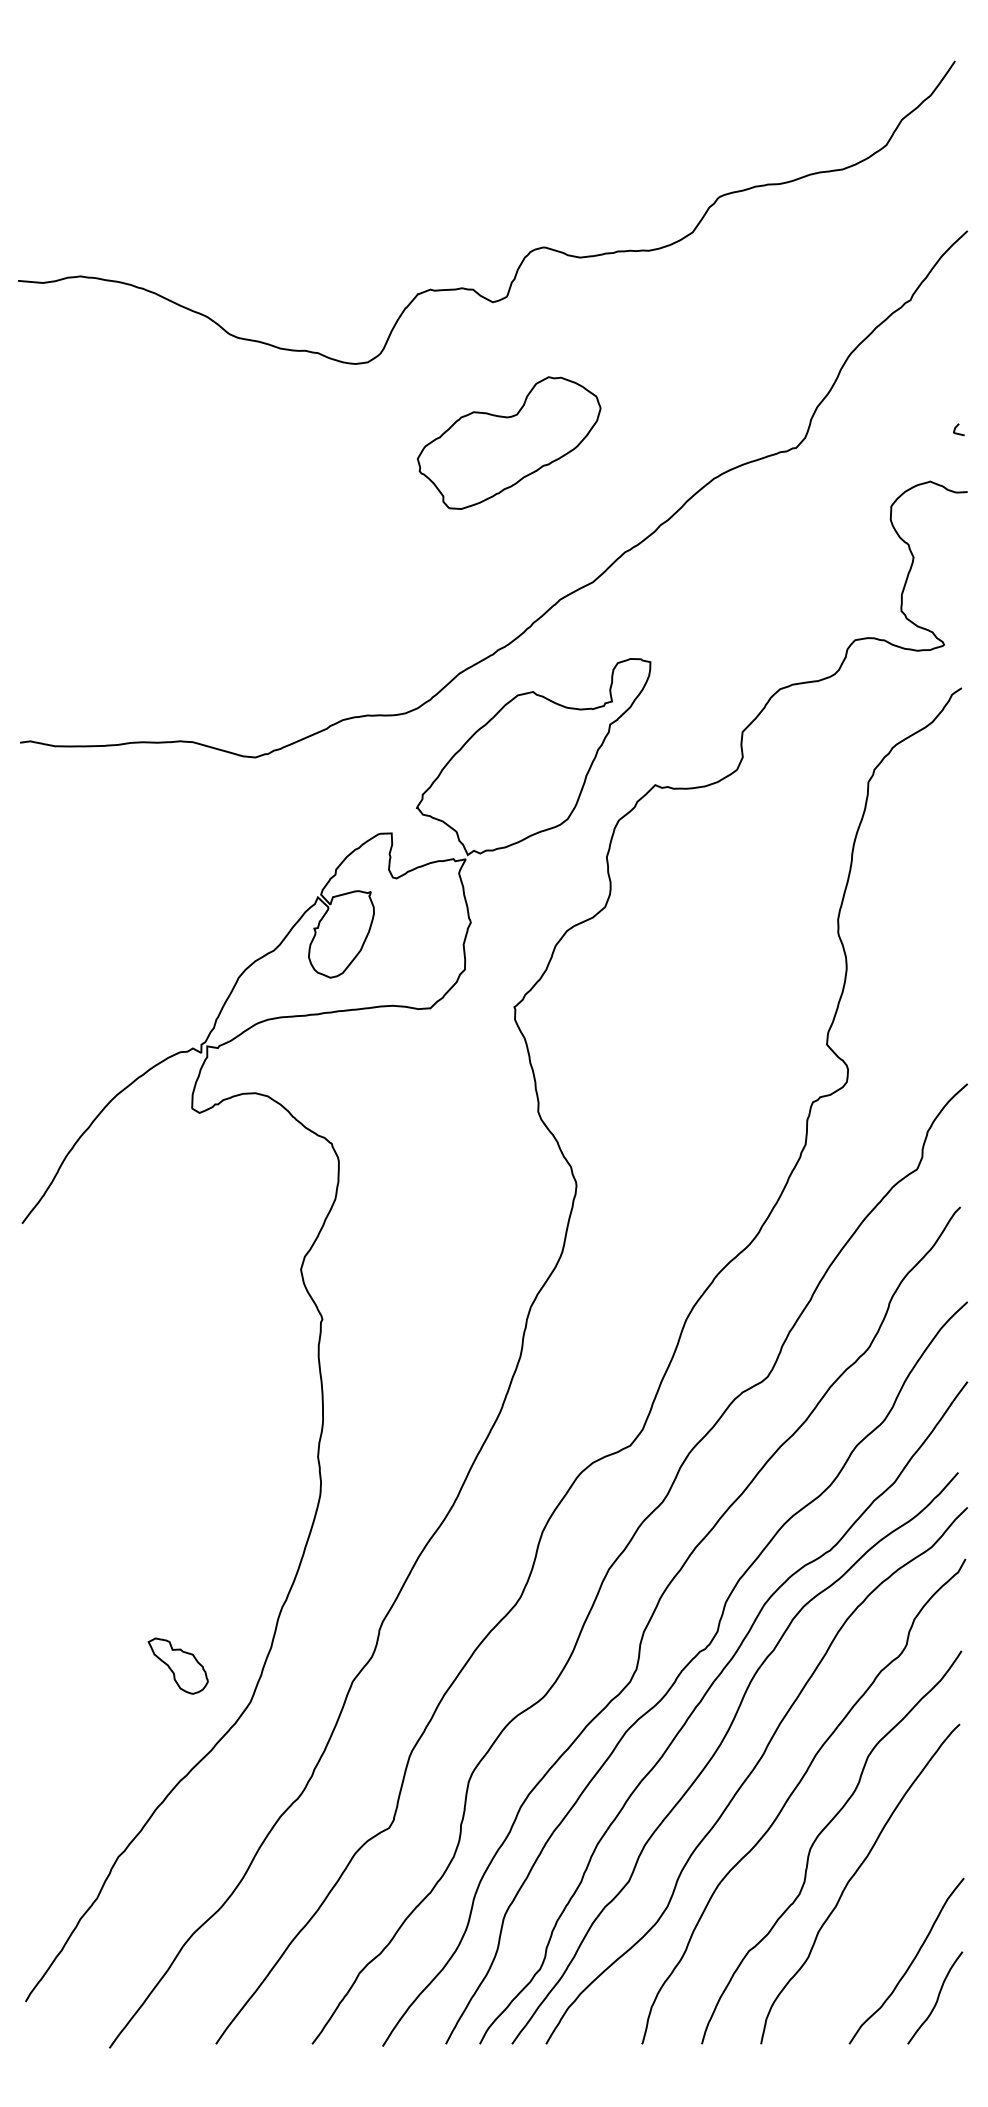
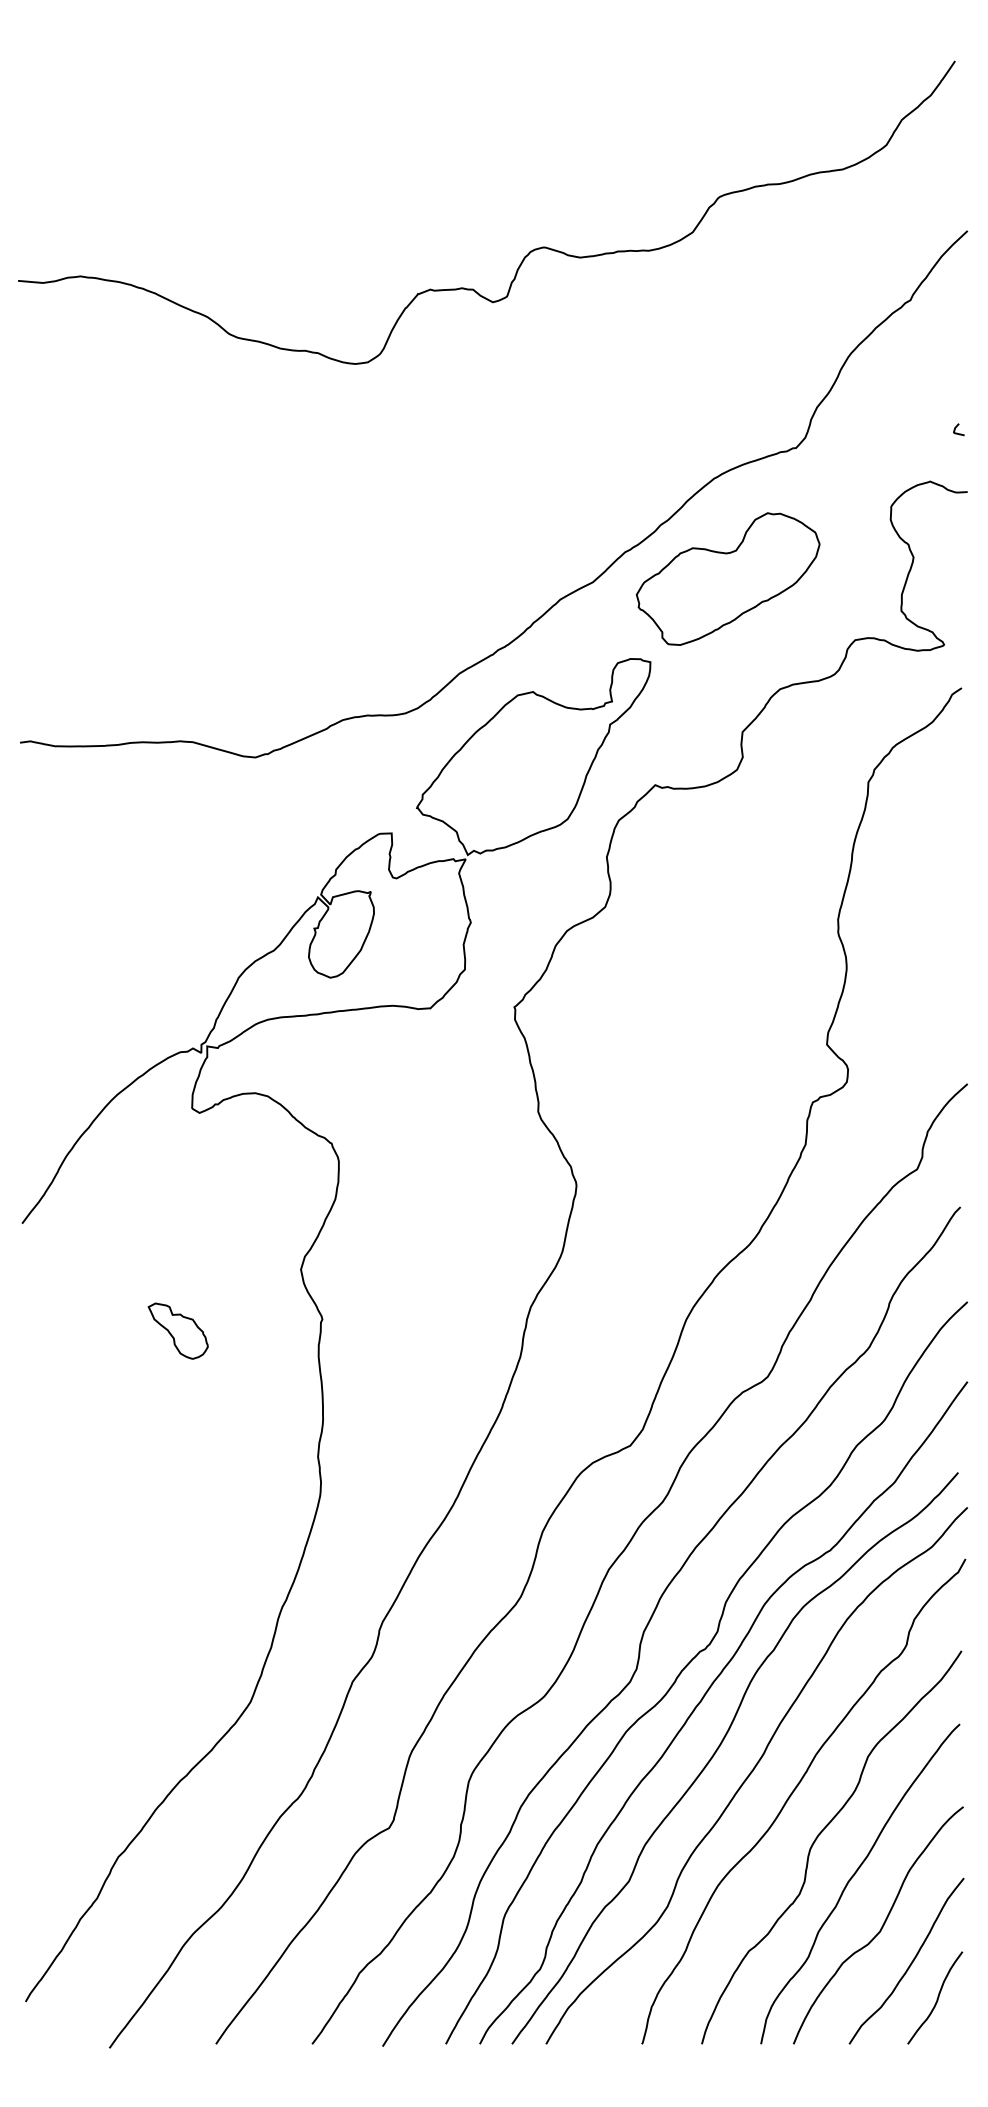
part at (508, 442) position: (508, 442) -> (727, 578)
part at (177, 1665) position: (177, 1665) -> (177, 1330)
curve at (881, 1926): none -> present
